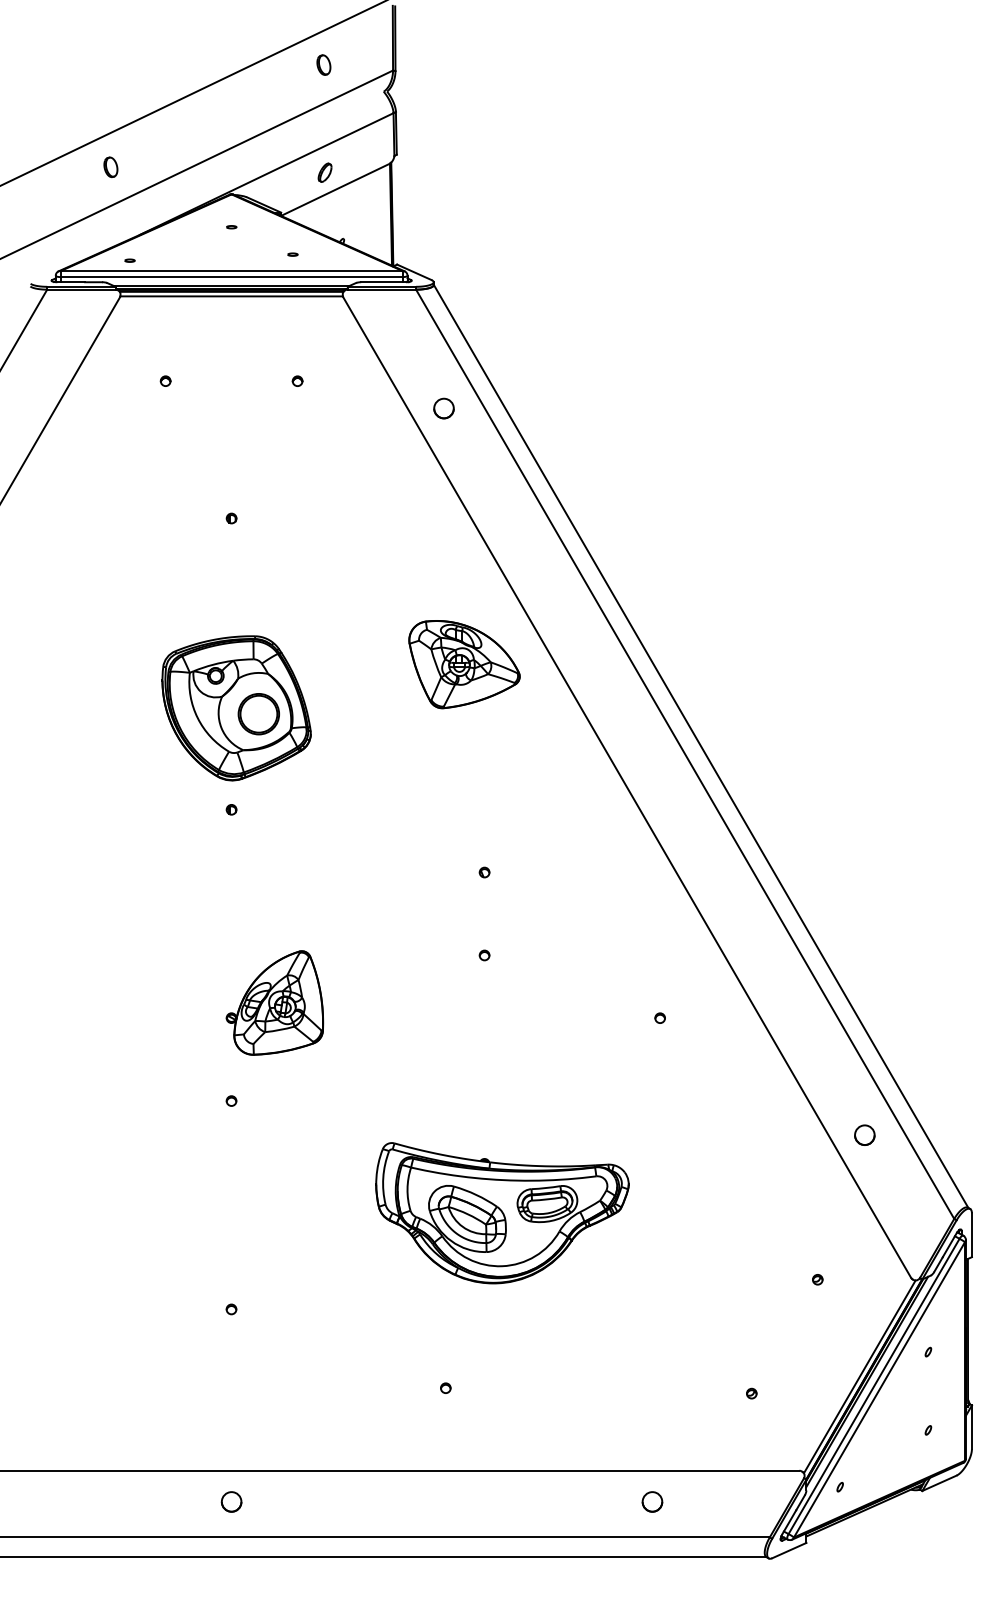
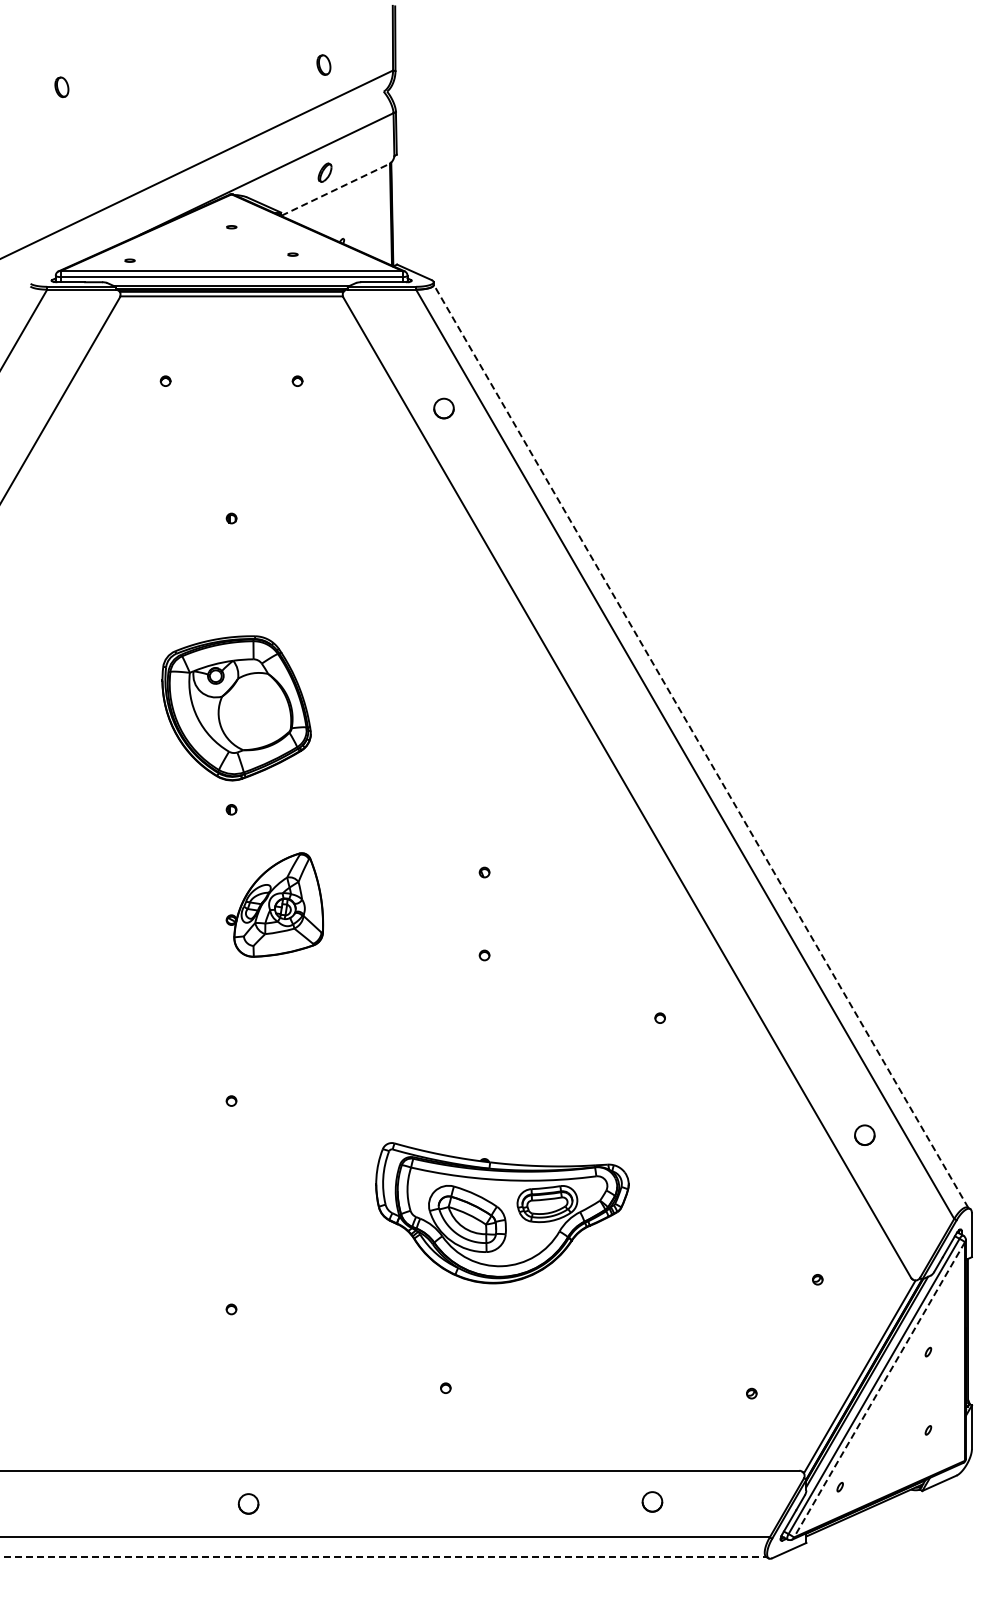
line at (192, 93): present -> none
part at (110, 167) position: (110, 167) -> (61, 87)
line at (336, 189): solid -> dashed
part at (464, 664): present -> none
part at (258, 714): present -> none
line at (700, 745): solid -> dashed
part at (274, 1002) position: (274, 1002) -> (274, 904)
line at (879, 1389): solid -> dashed
part at (231, 1501) position: (231, 1501) -> (248, 1503)
line at (384, 1557): solid -> dashed
